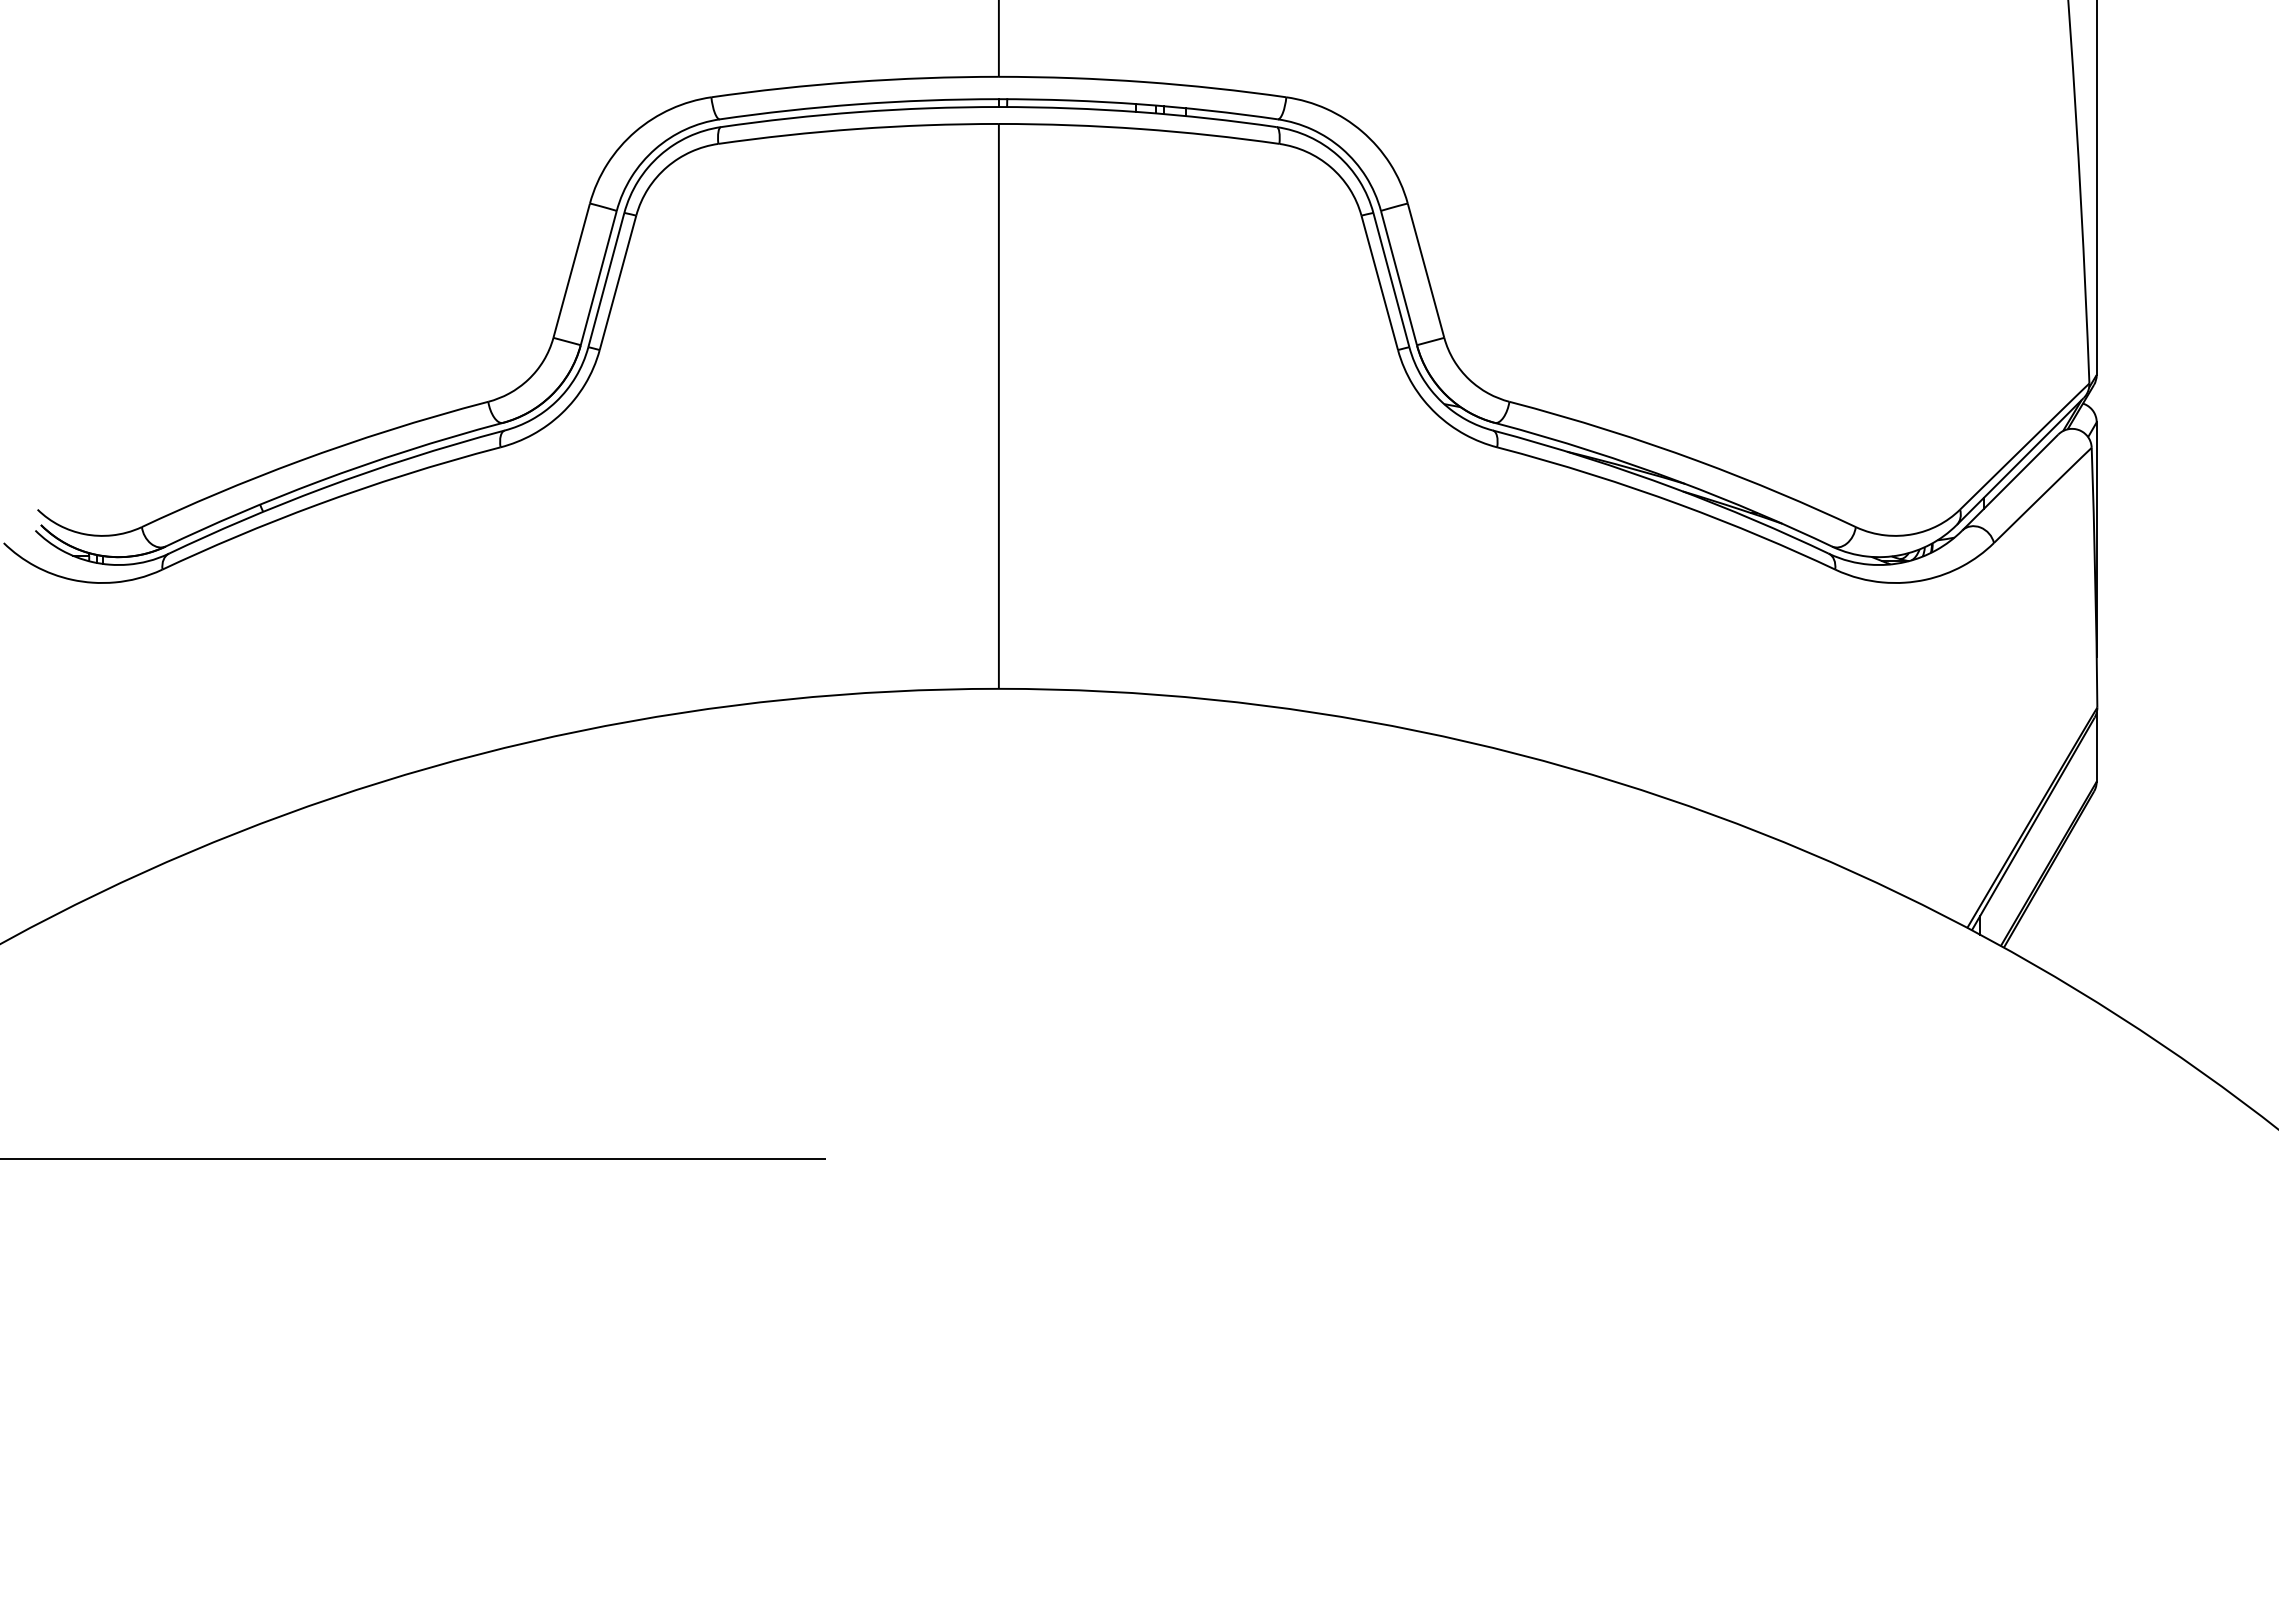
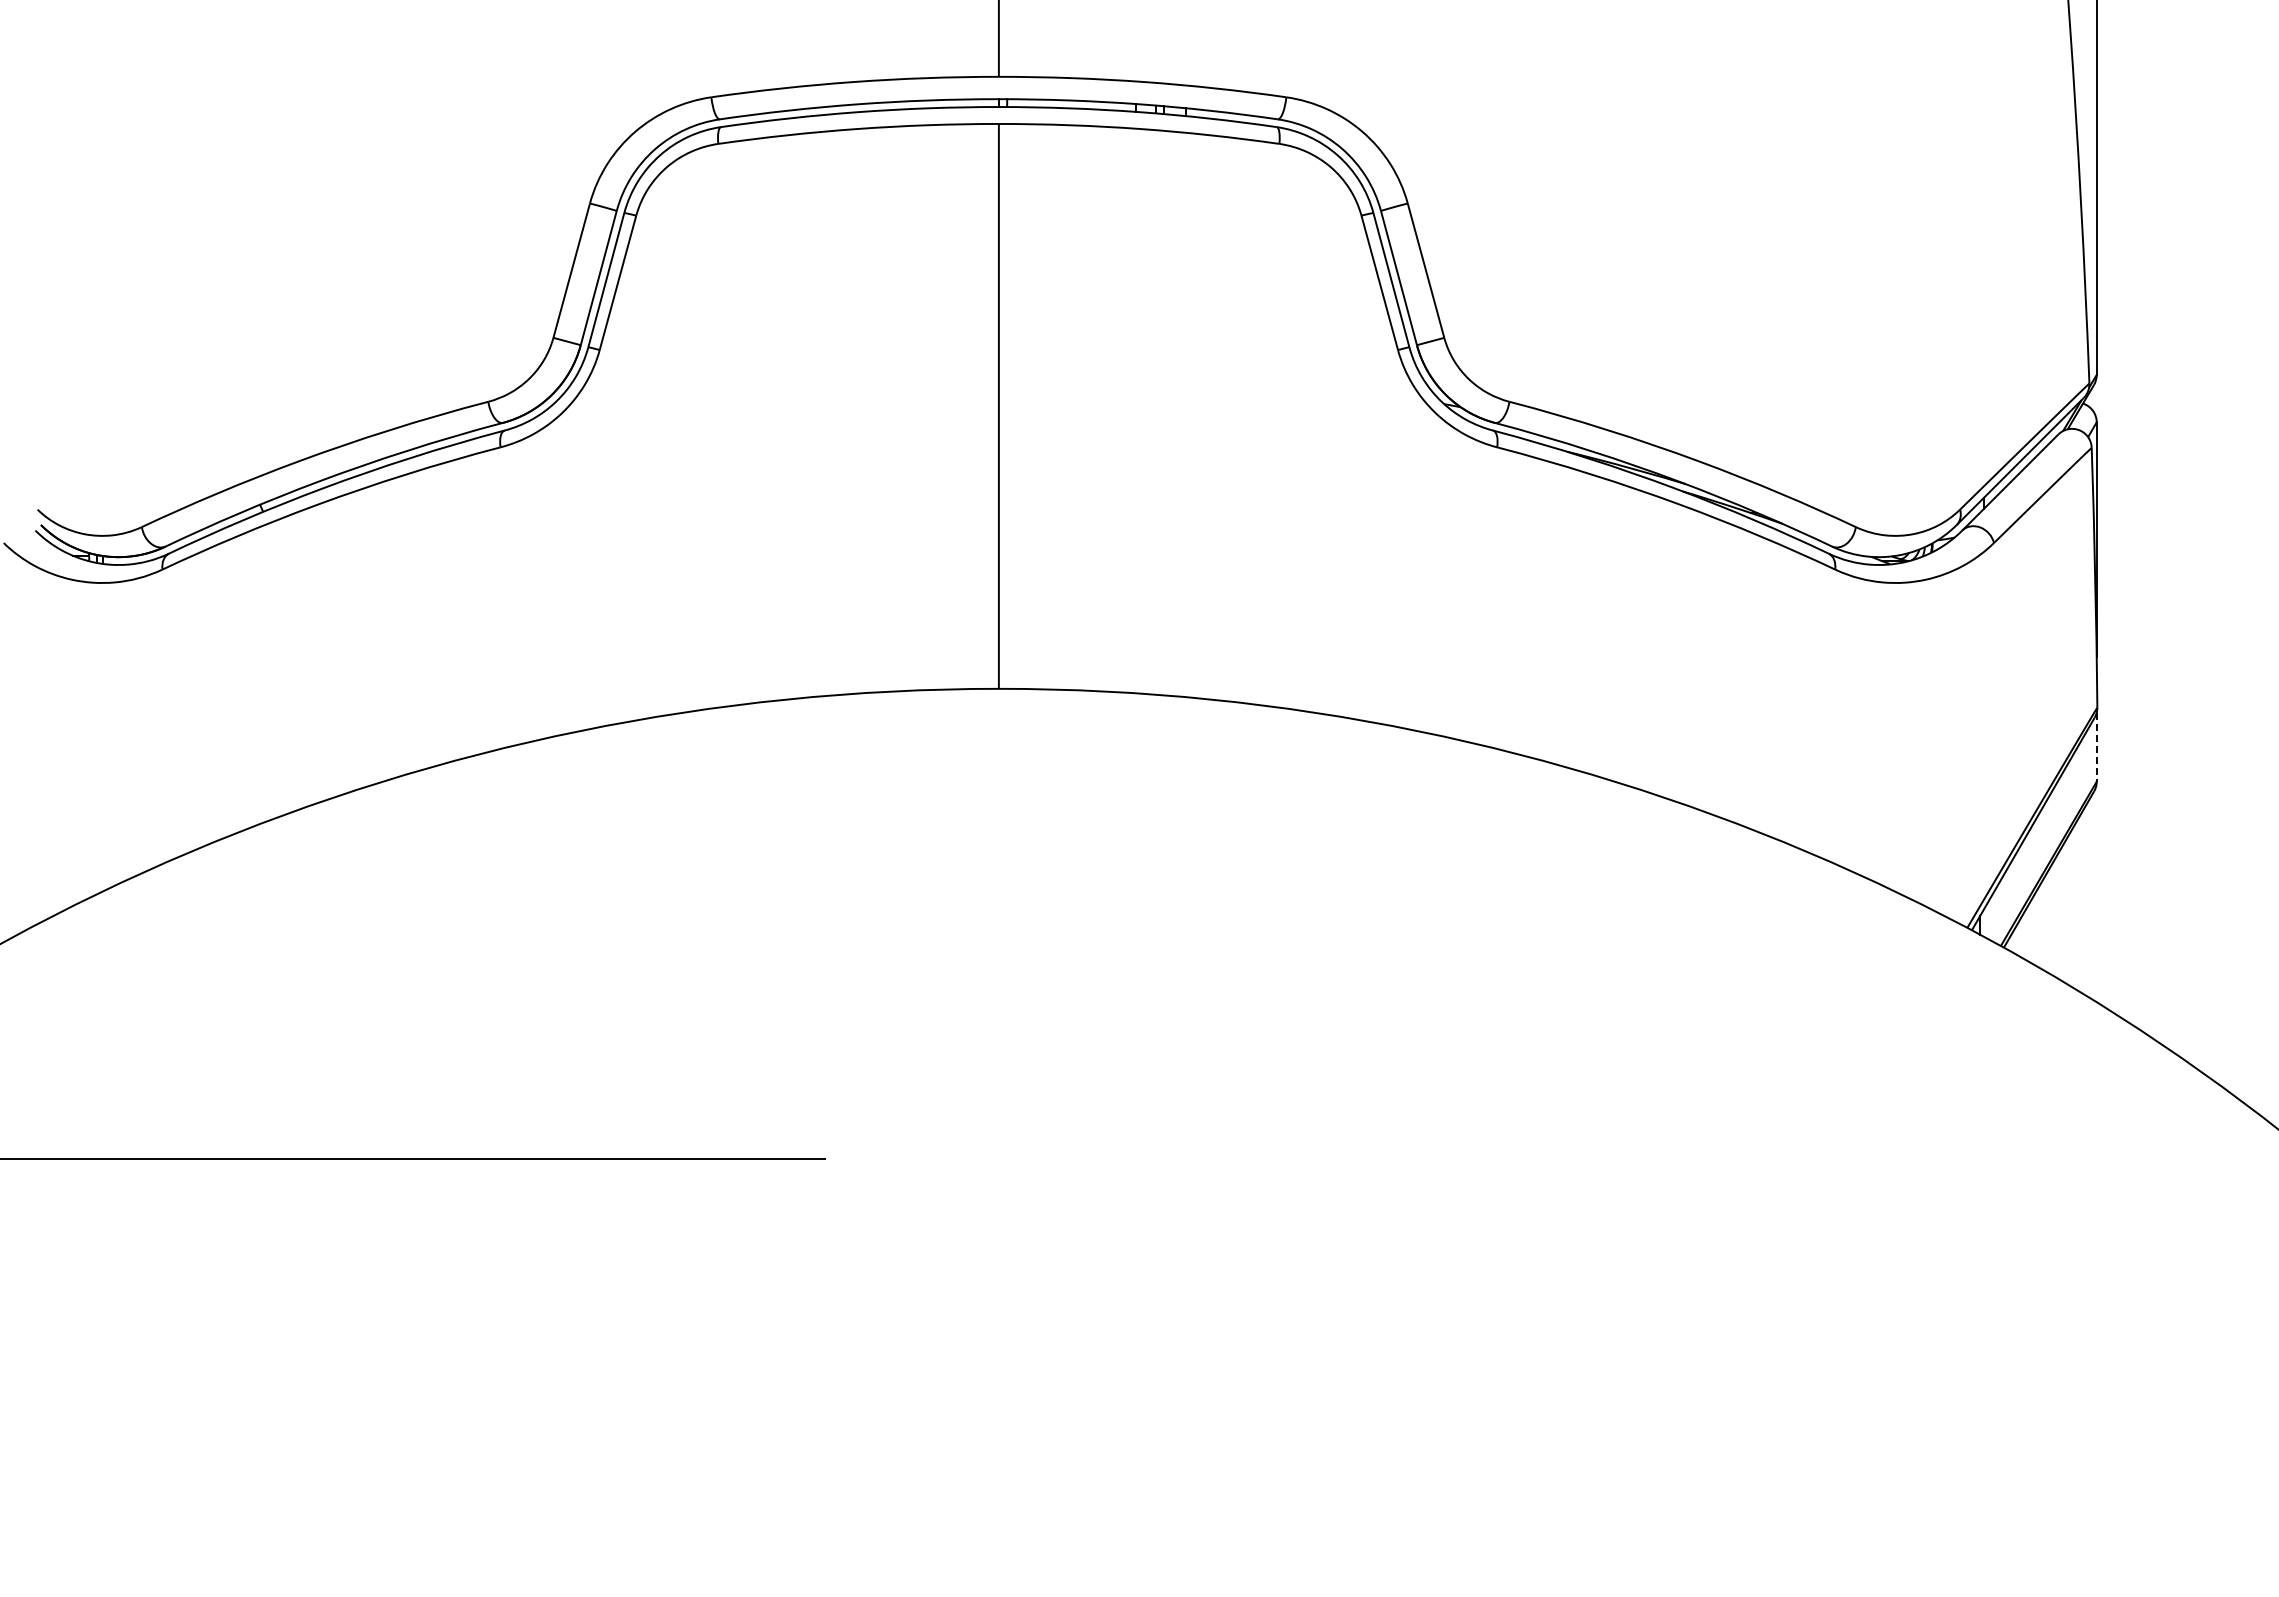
line at (2096, 747): solid -> dashed
